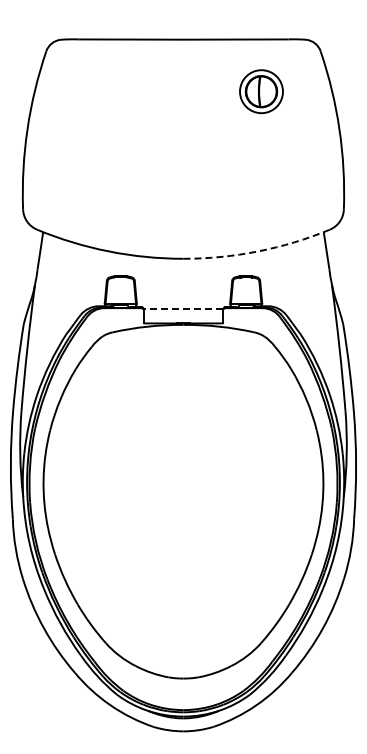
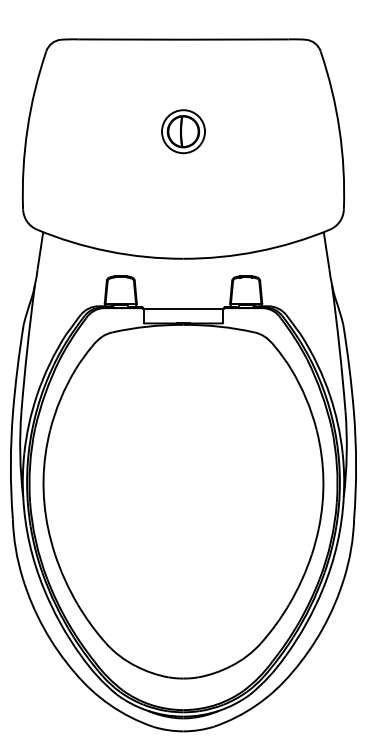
part at (261, 91) position: (261, 91) -> (183, 131)
arc at (258, 251): dashed -> solid
line at (183, 309): dashed -> solid
